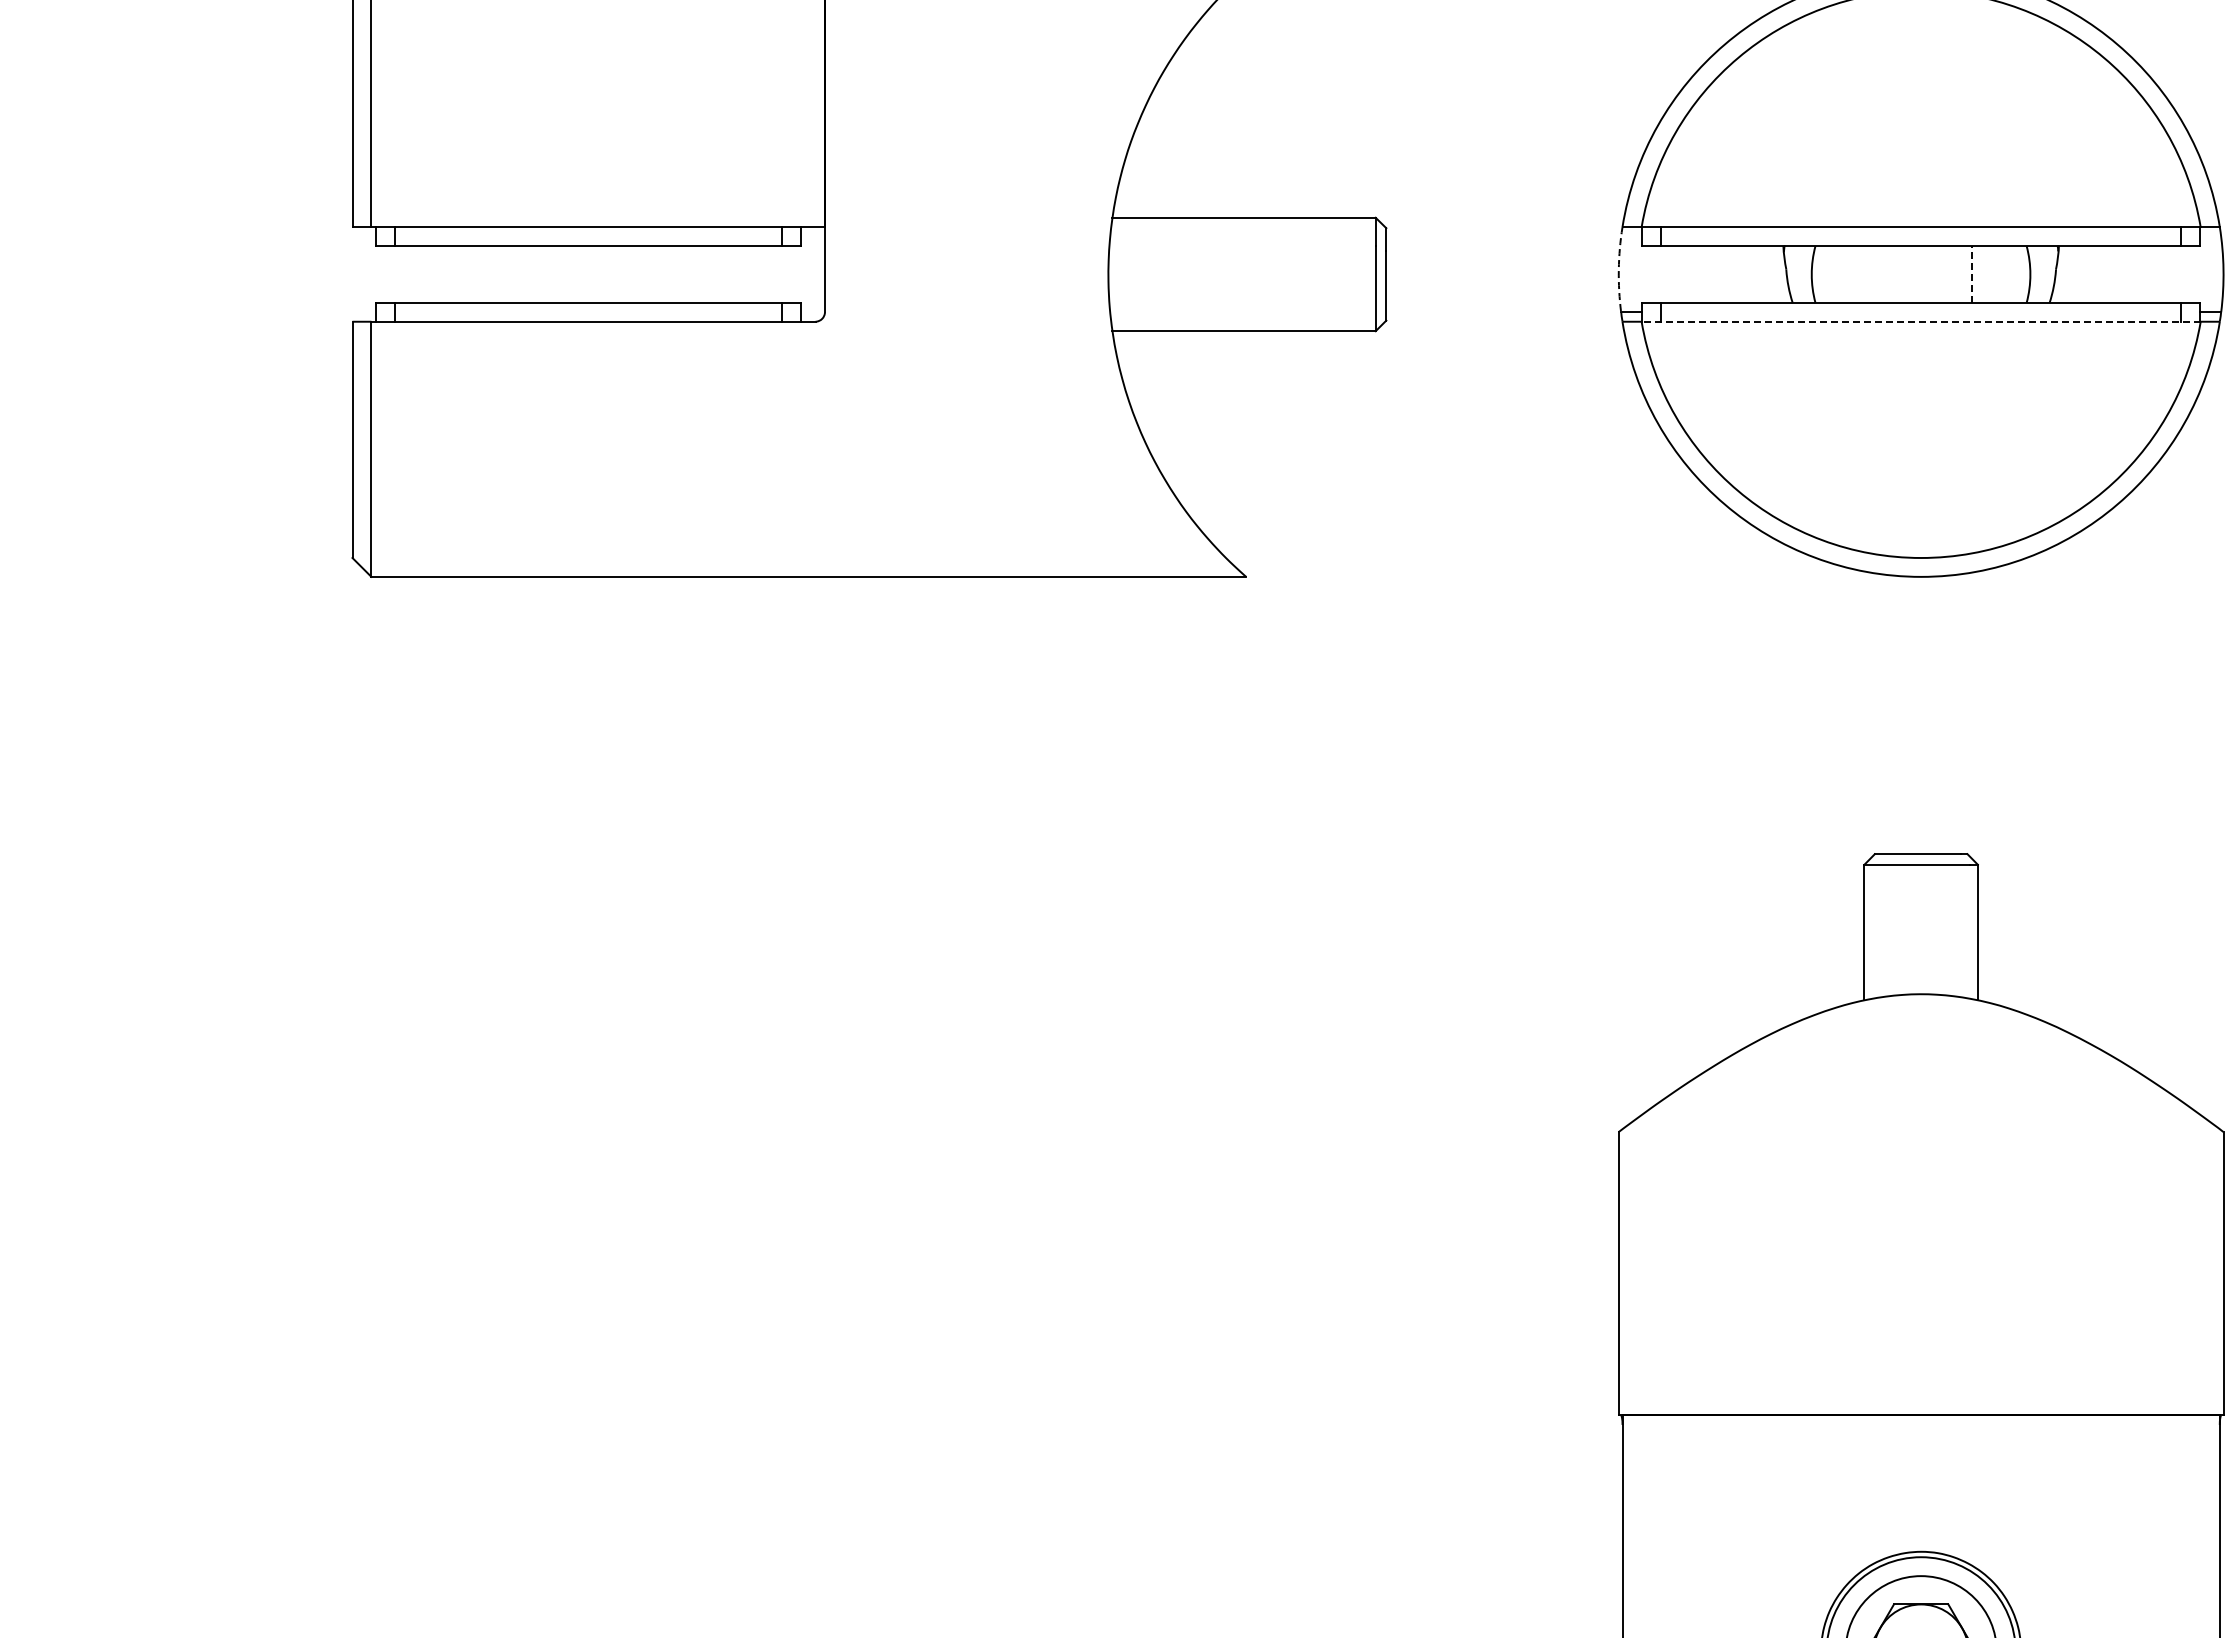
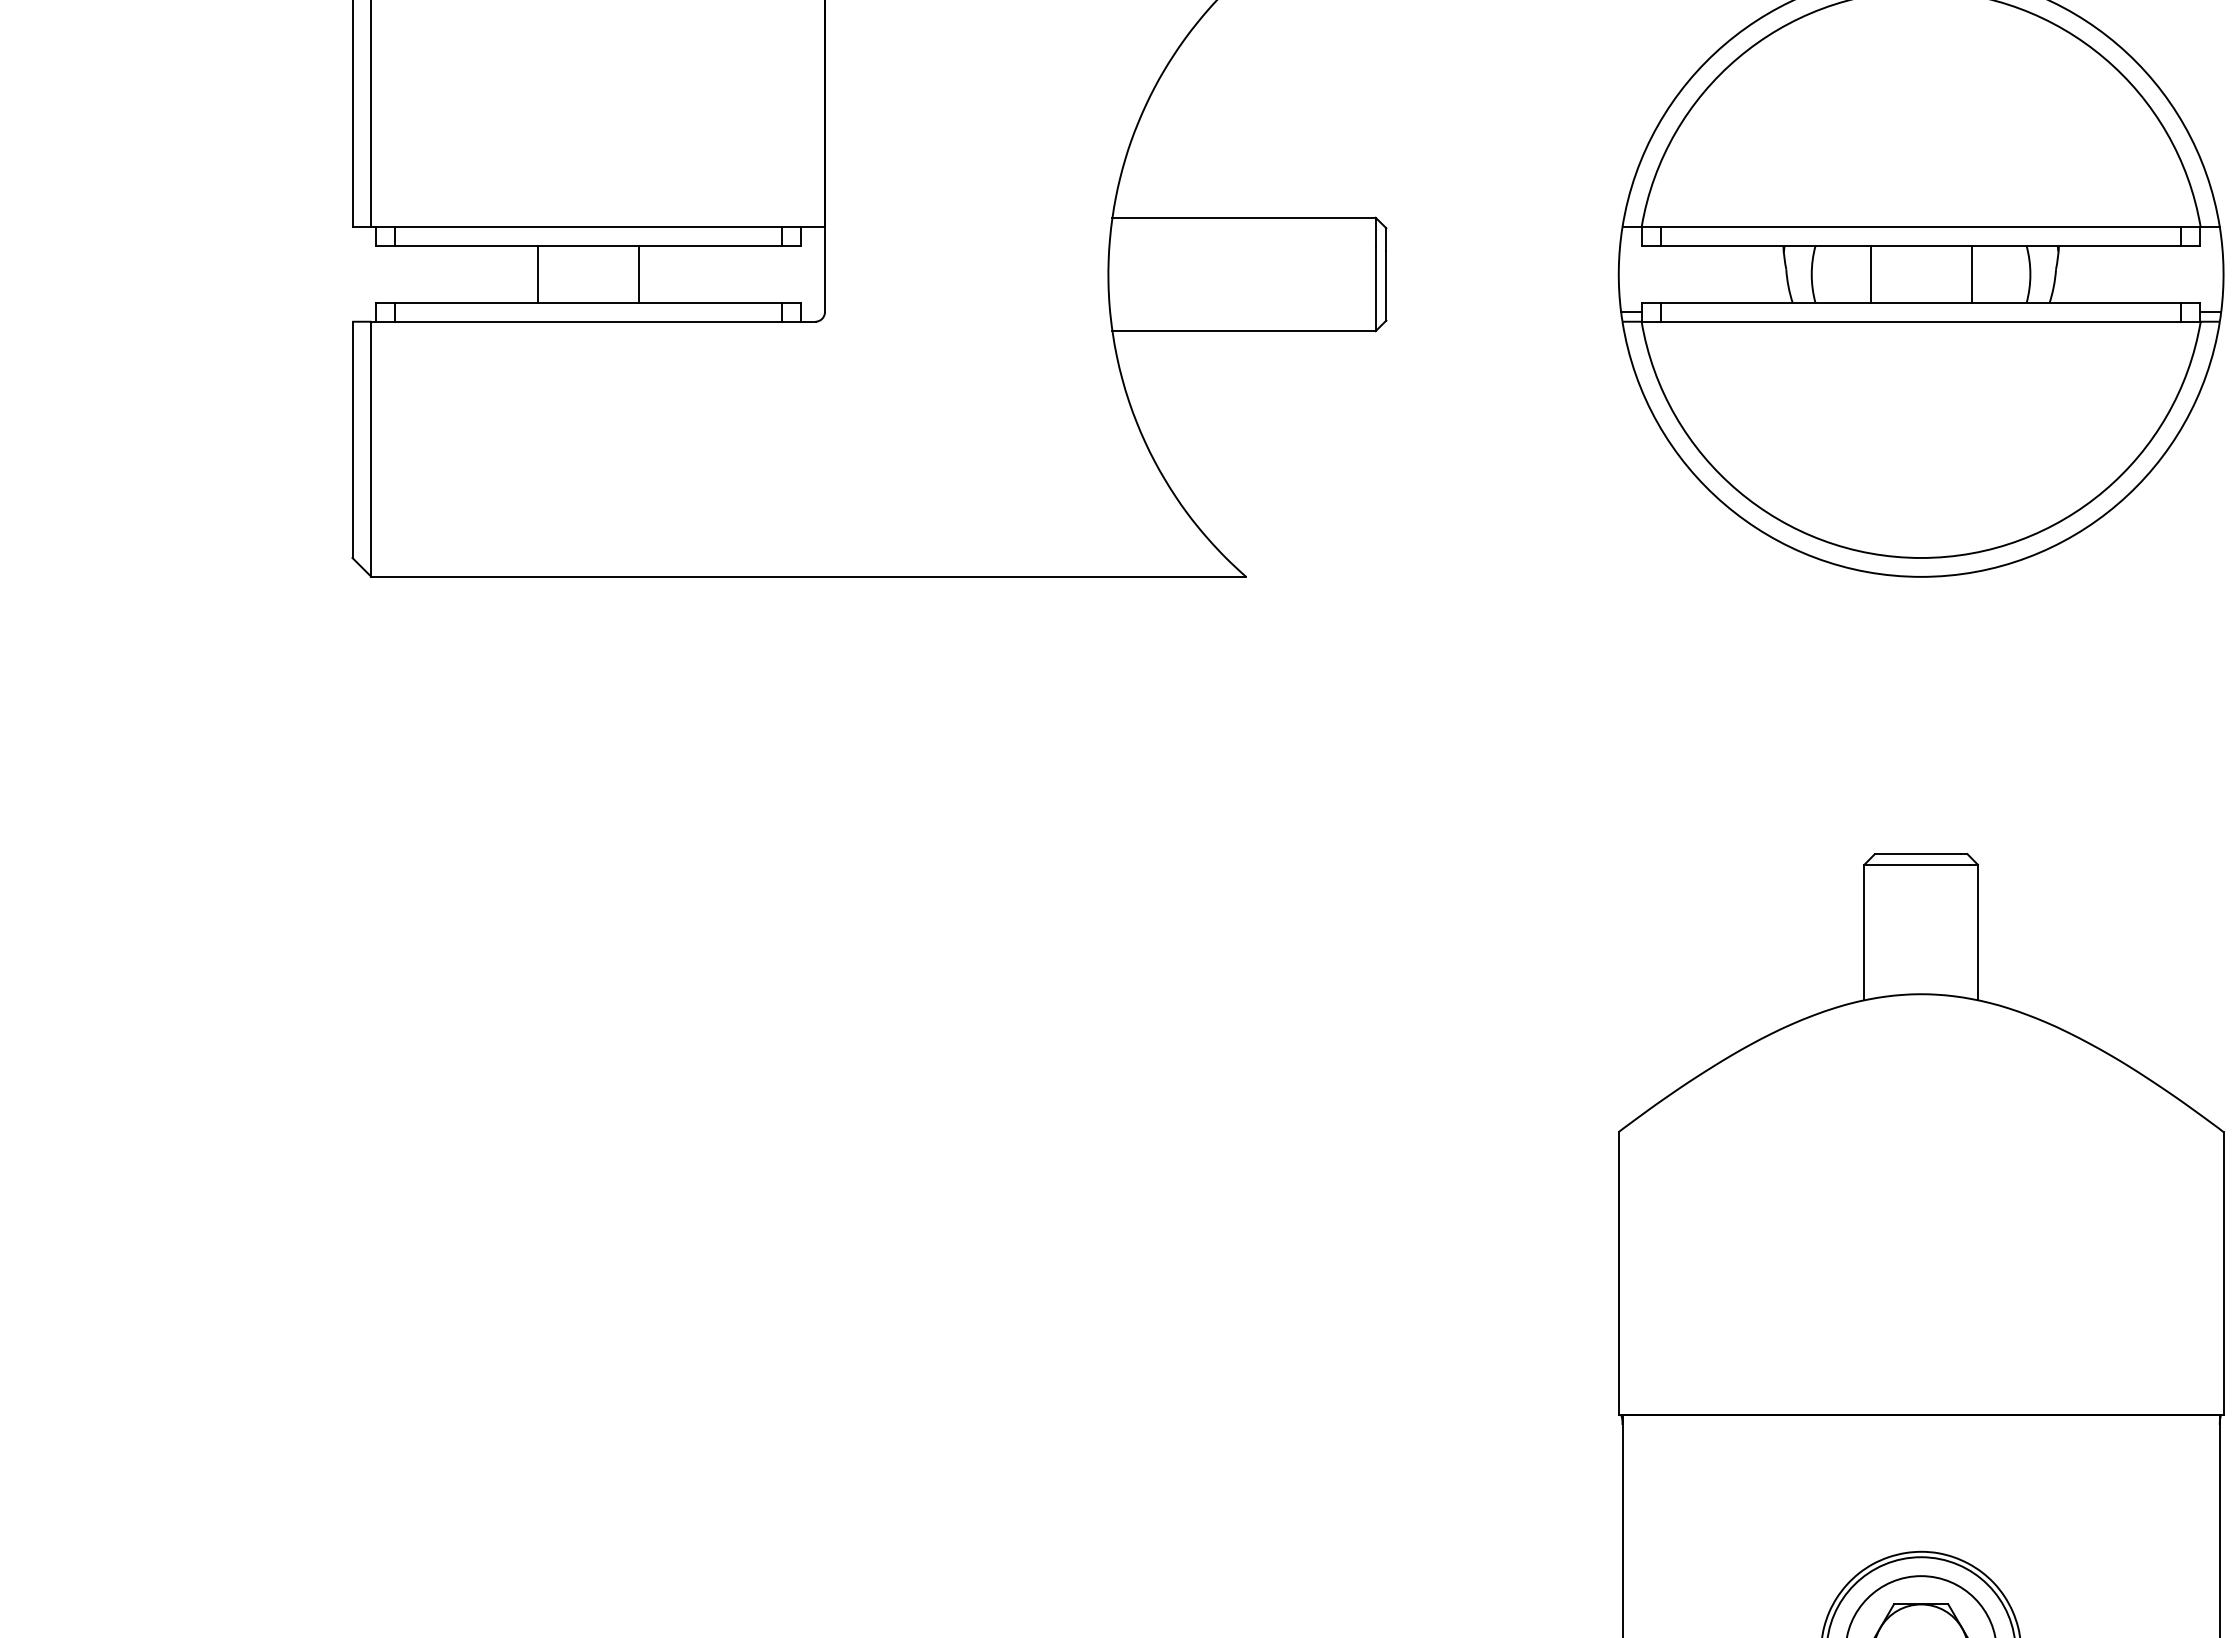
arc at (1618, 269): dashed -> solid
line at (538, 274): none -> present
line at (639, 274): none -> present
line at (1870, 274): none -> present
line at (1971, 274): dashed -> solid
line at (1921, 321): dashed -> solid
